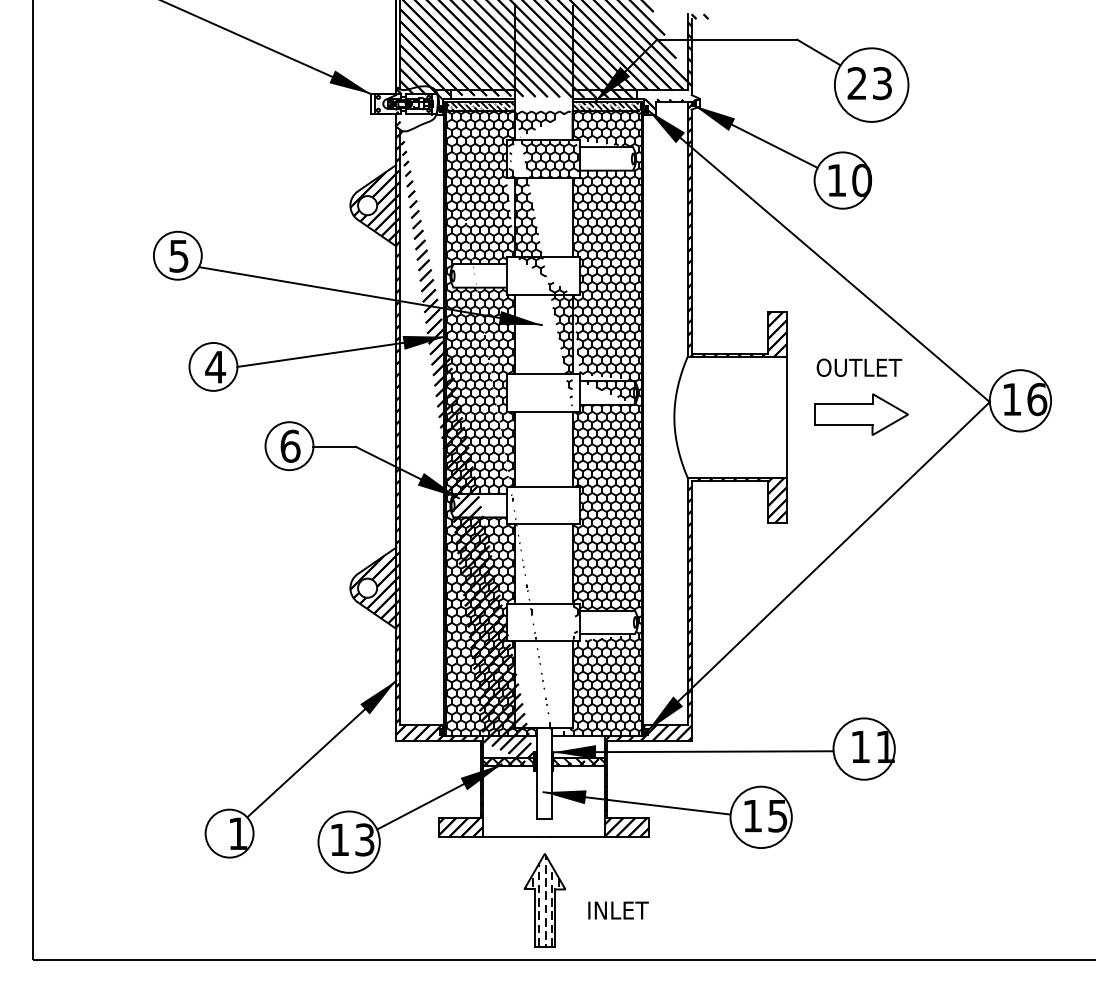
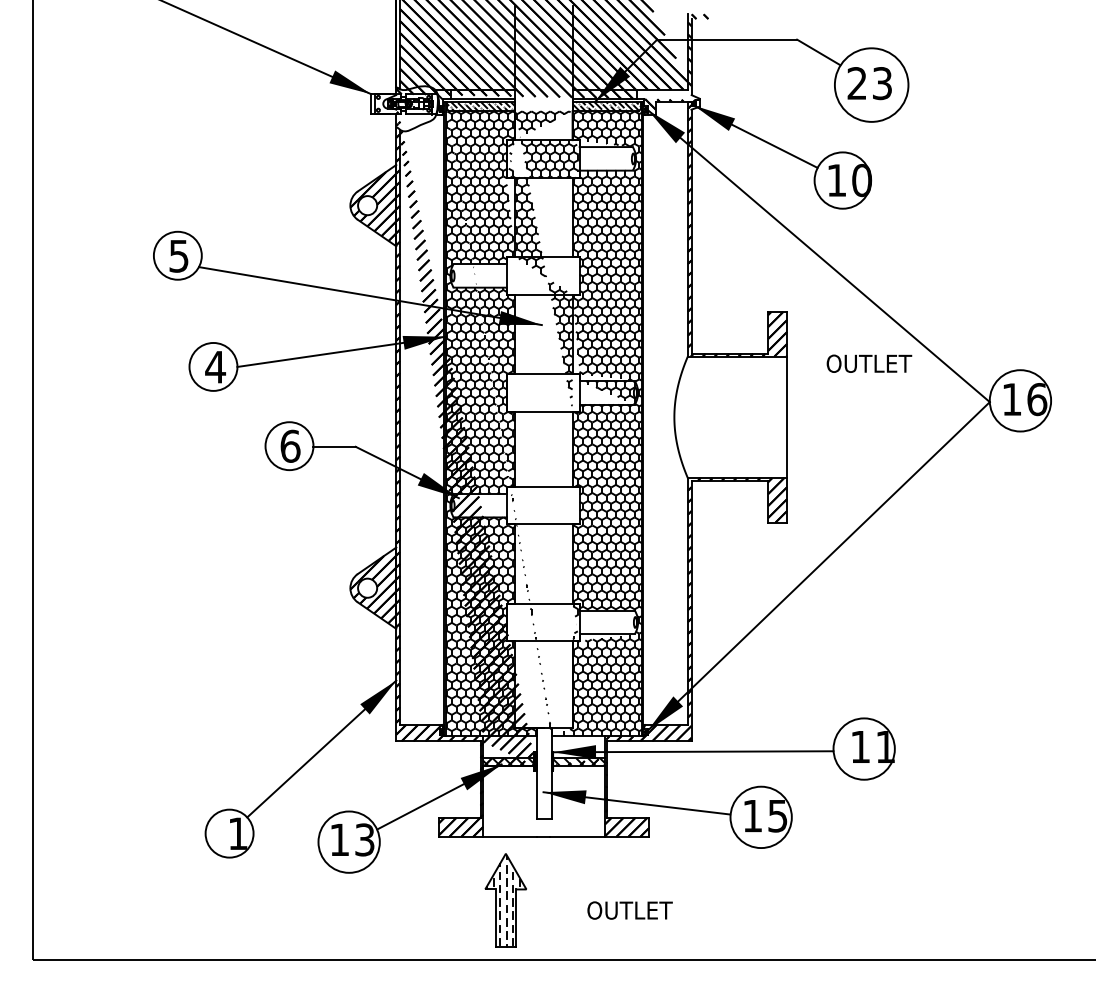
text at (859, 367) position: (859, 367) -> (869, 363)
part at (861, 414): present -> none
part at (544, 900) position: (544, 900) -> (505, 900)
text at (629, 910): INLET -> OUTLET
